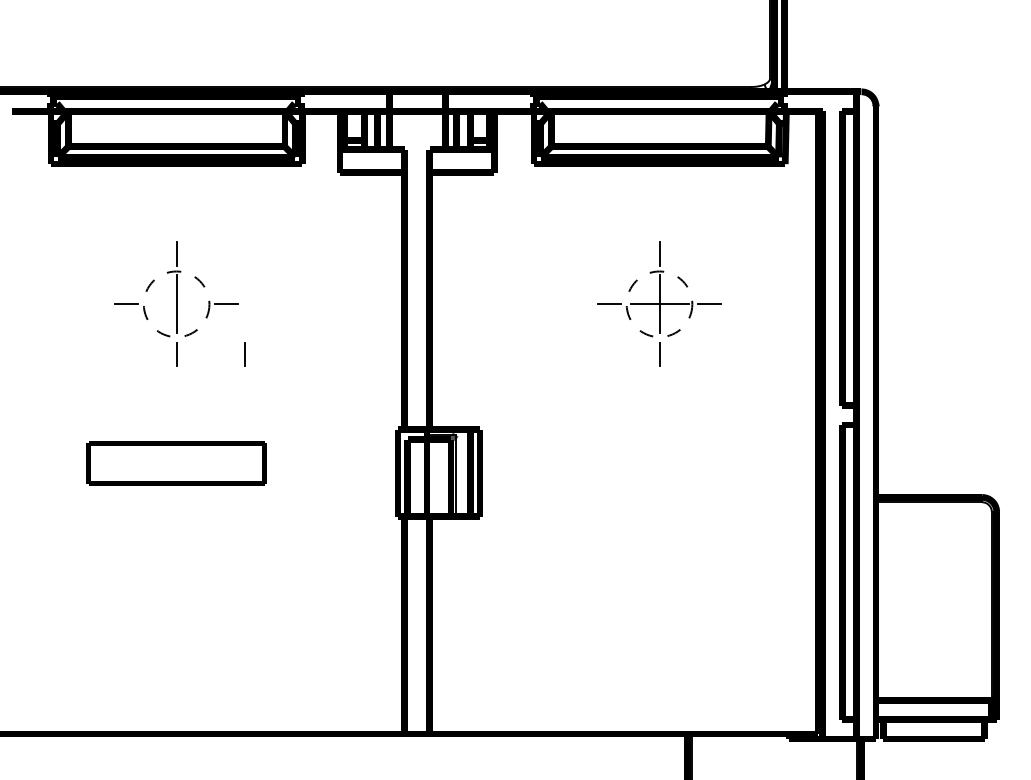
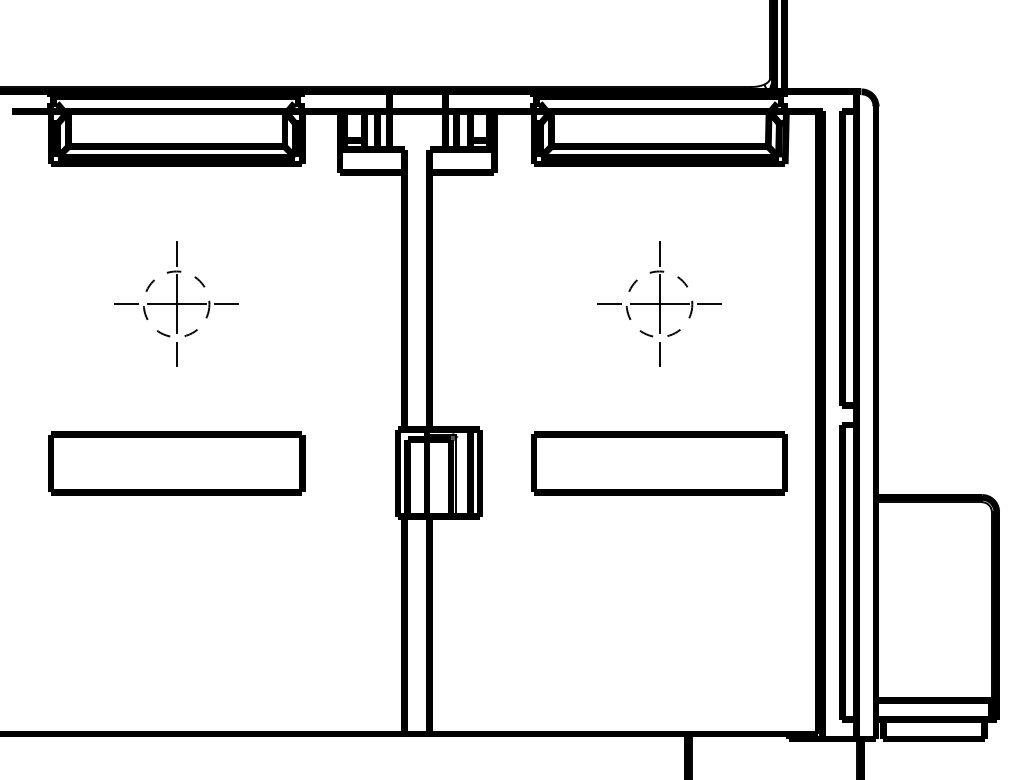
line at (176, 304): none -> present
line at (244, 354): present -> none
part at (176, 463) size: 181x45 px -> 258x65 px
part at (659, 463): none -> present
